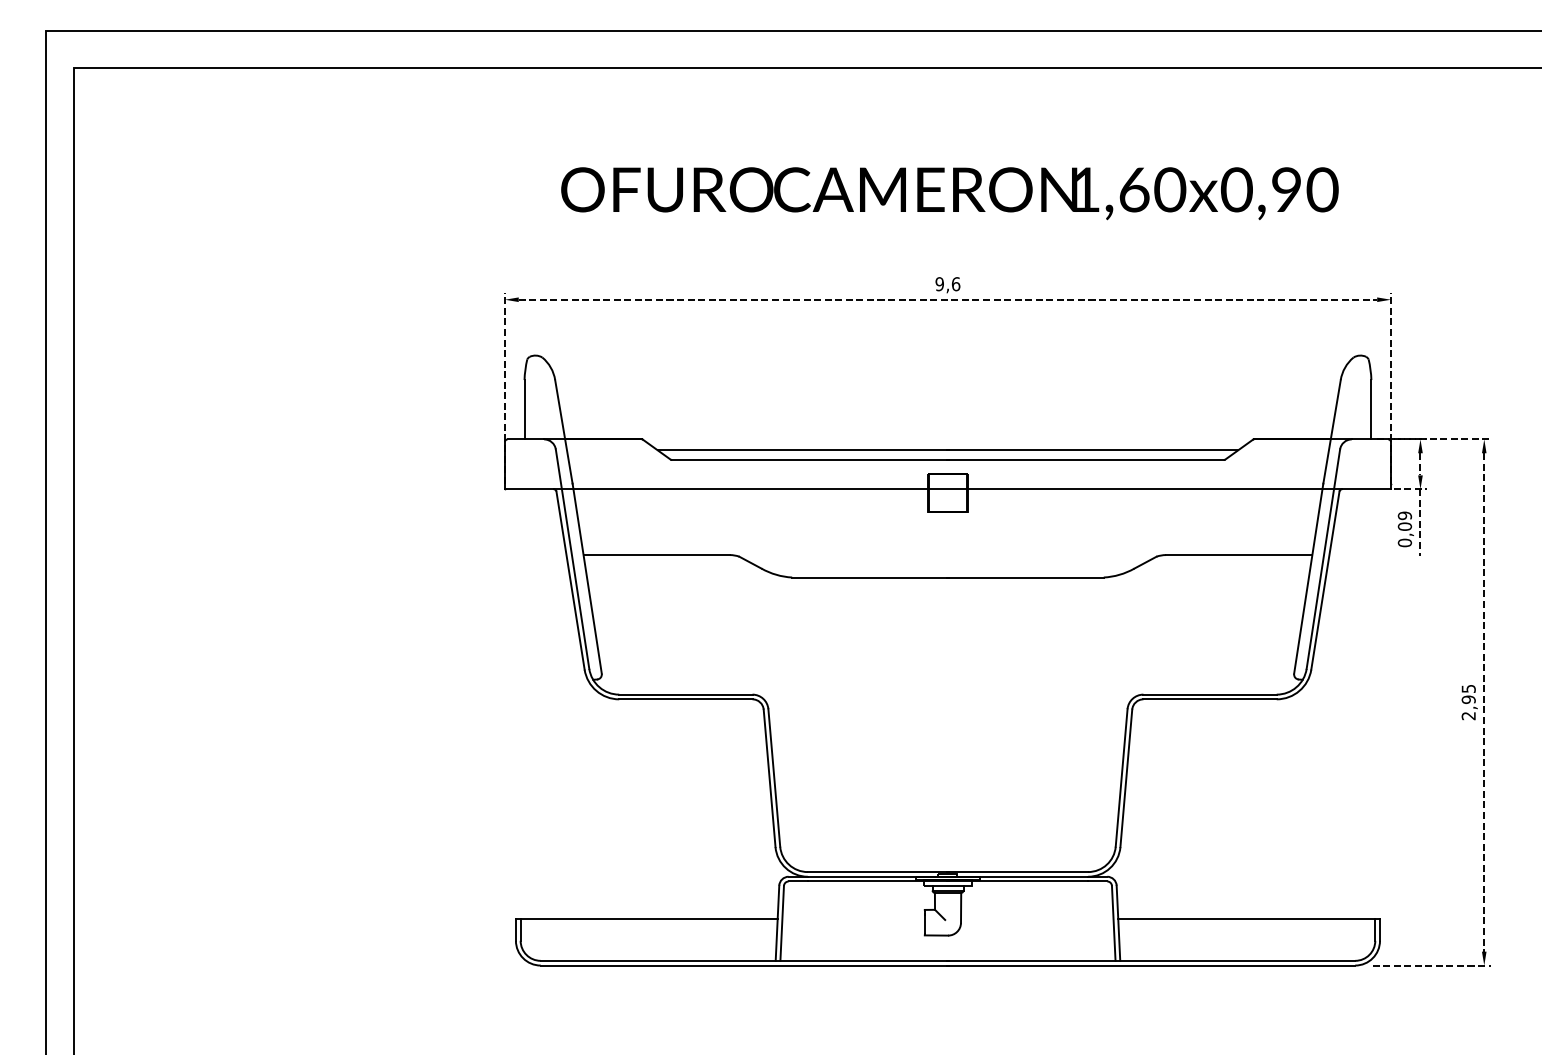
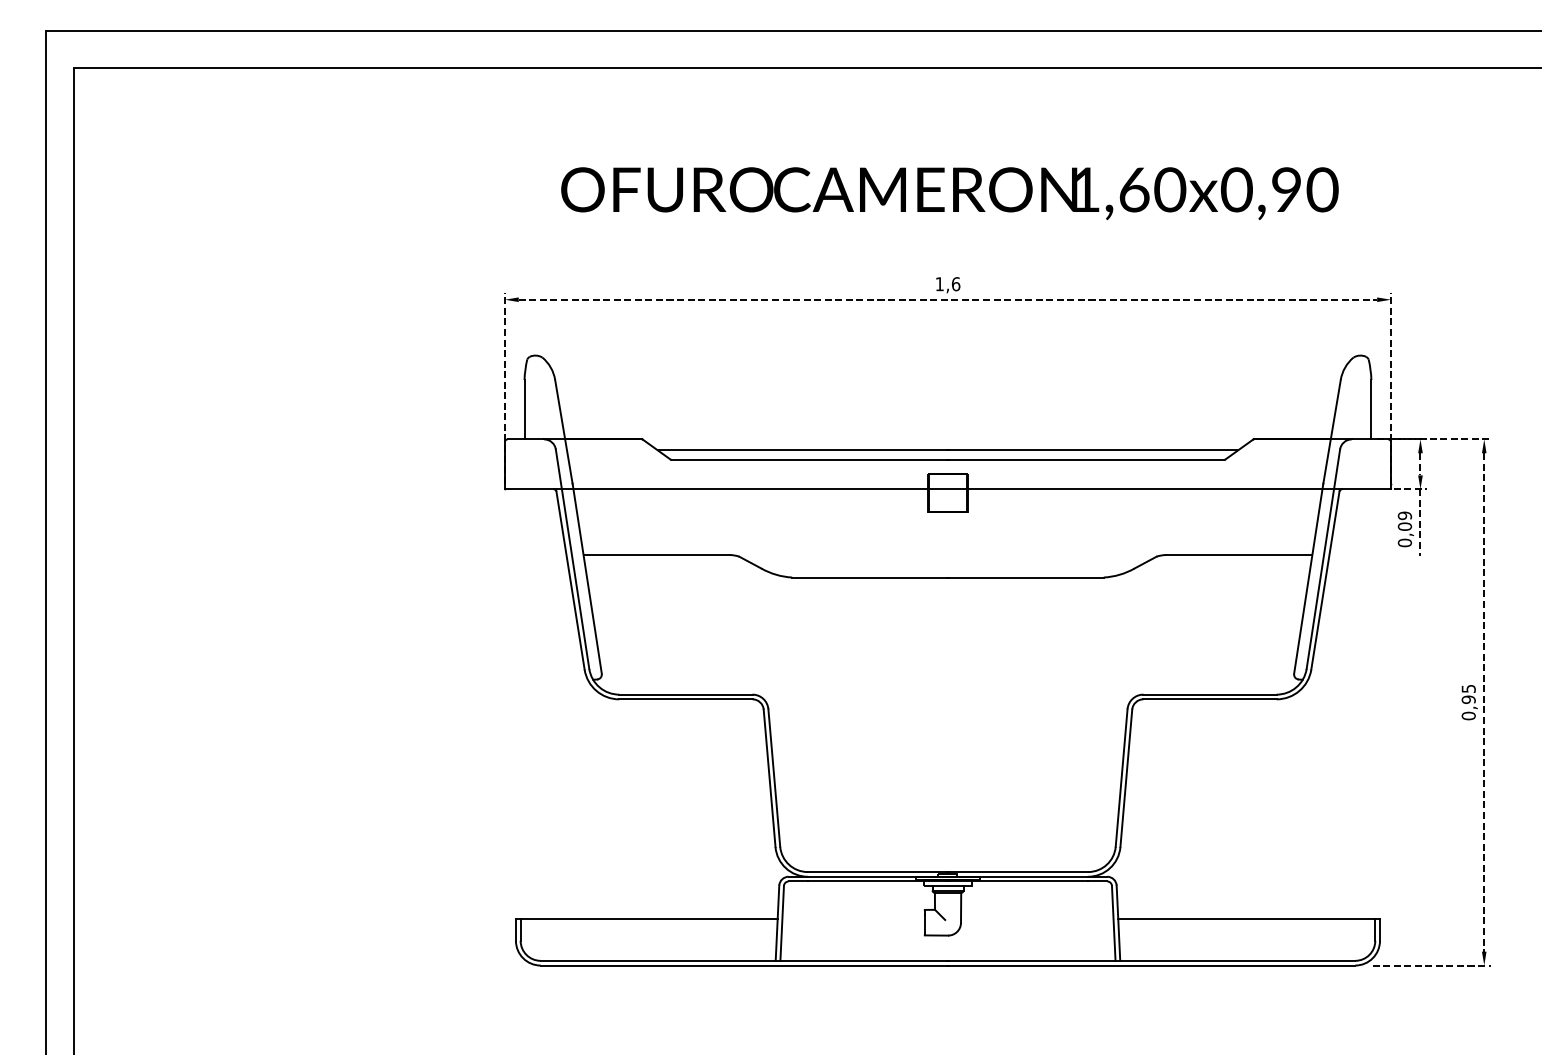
text at (939, 284): 9,6 -> 1,6
text at (1468, 715): 2,95 -> 0,95
